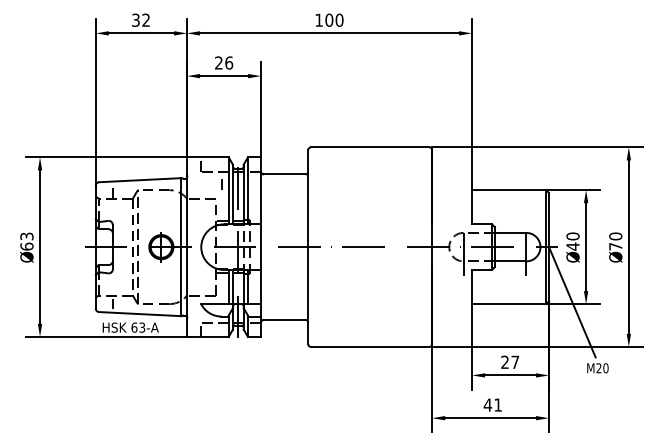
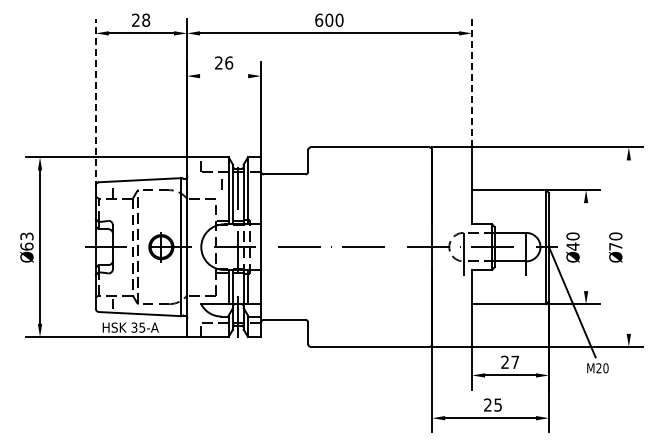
text at (141, 19): 32 -> 28
text at (319, 19): 100 -> 600
line at (224, 76): present -> none
line at (472, 82): solid -> dashed
line at (95, 103): solid -> dashed
line at (308, 246): present -> none
line at (628, 246): present -> none
line at (586, 247): present -> none
text at (138, 327): 63-A -> 35-A
text at (492, 404): 41 -> 25
